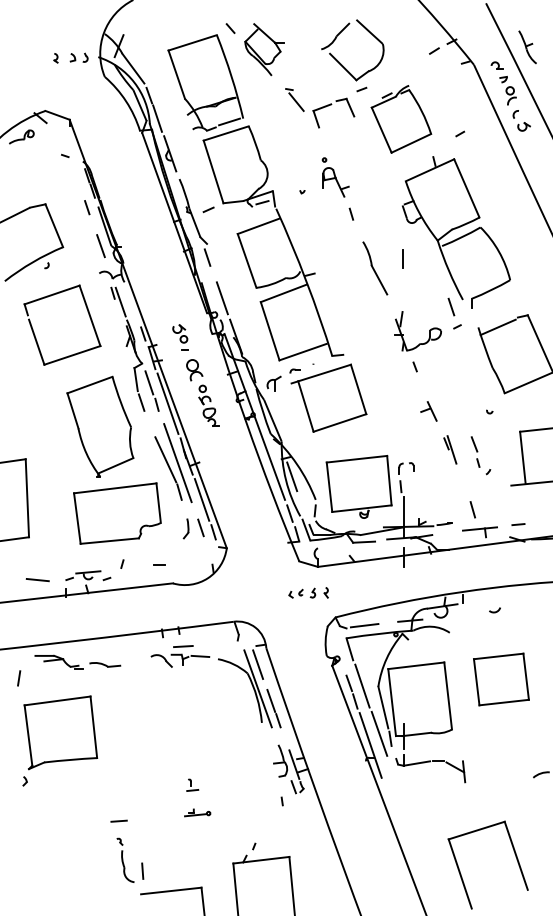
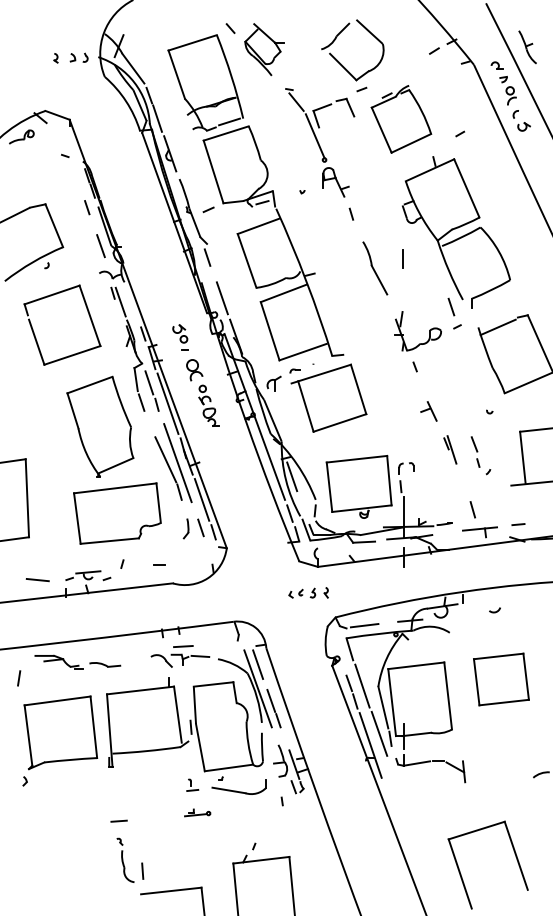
line at (314, 136): none -> present
part at (186, 735): none -> present
